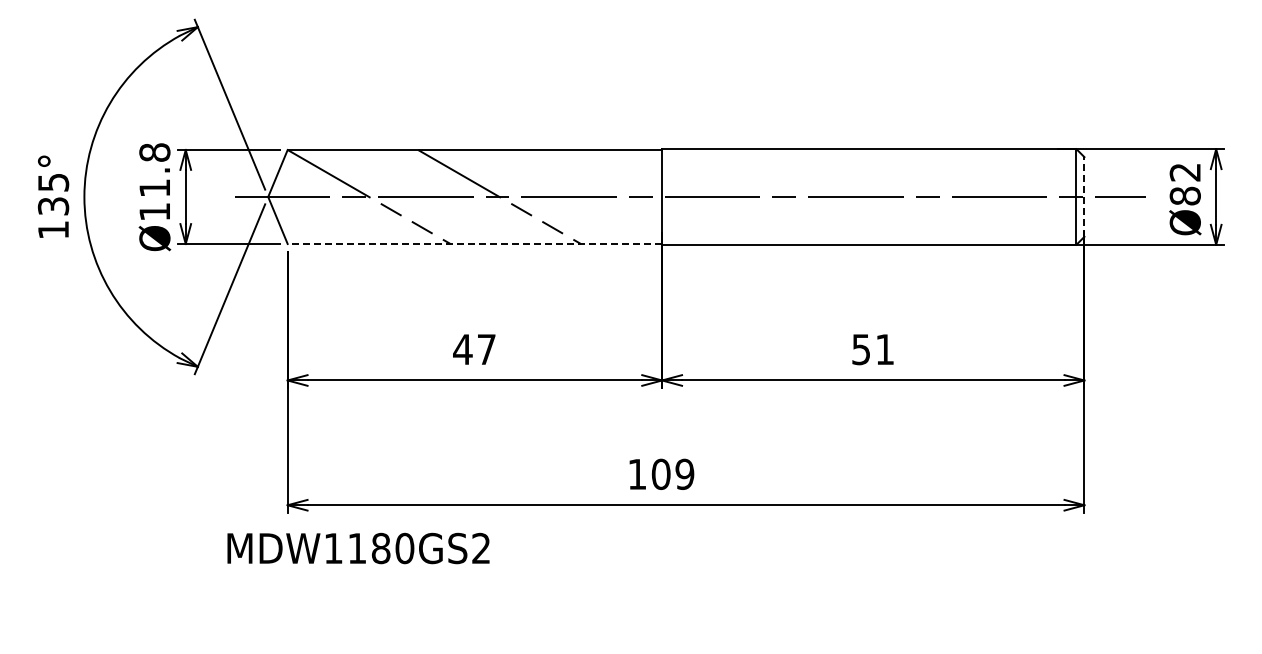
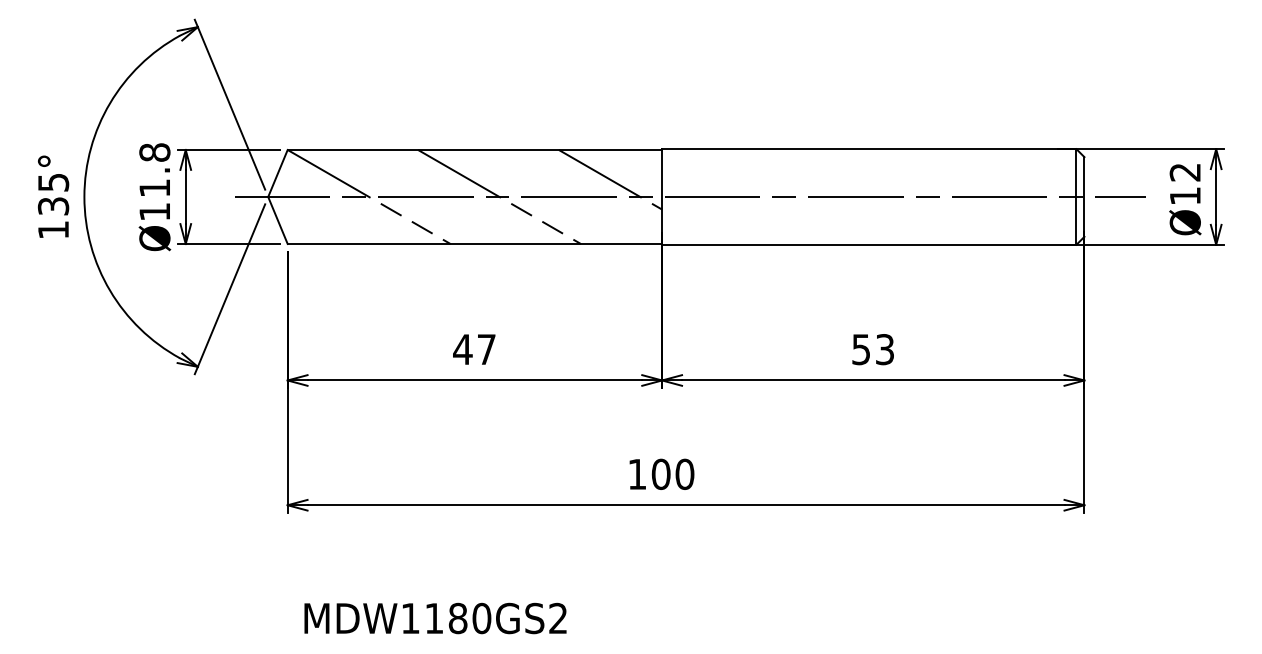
line at (610, 179): none -> present
text at (1184, 195): Ø82 -> Ø12
line at (1084, 196): dashed -> solid
line at (474, 244): dashed -> solid
text at (884, 349): 51 -> 53
text at (684, 474): 109 -> 100
text at (358, 548) position: (358, 548) -> (435, 618)
